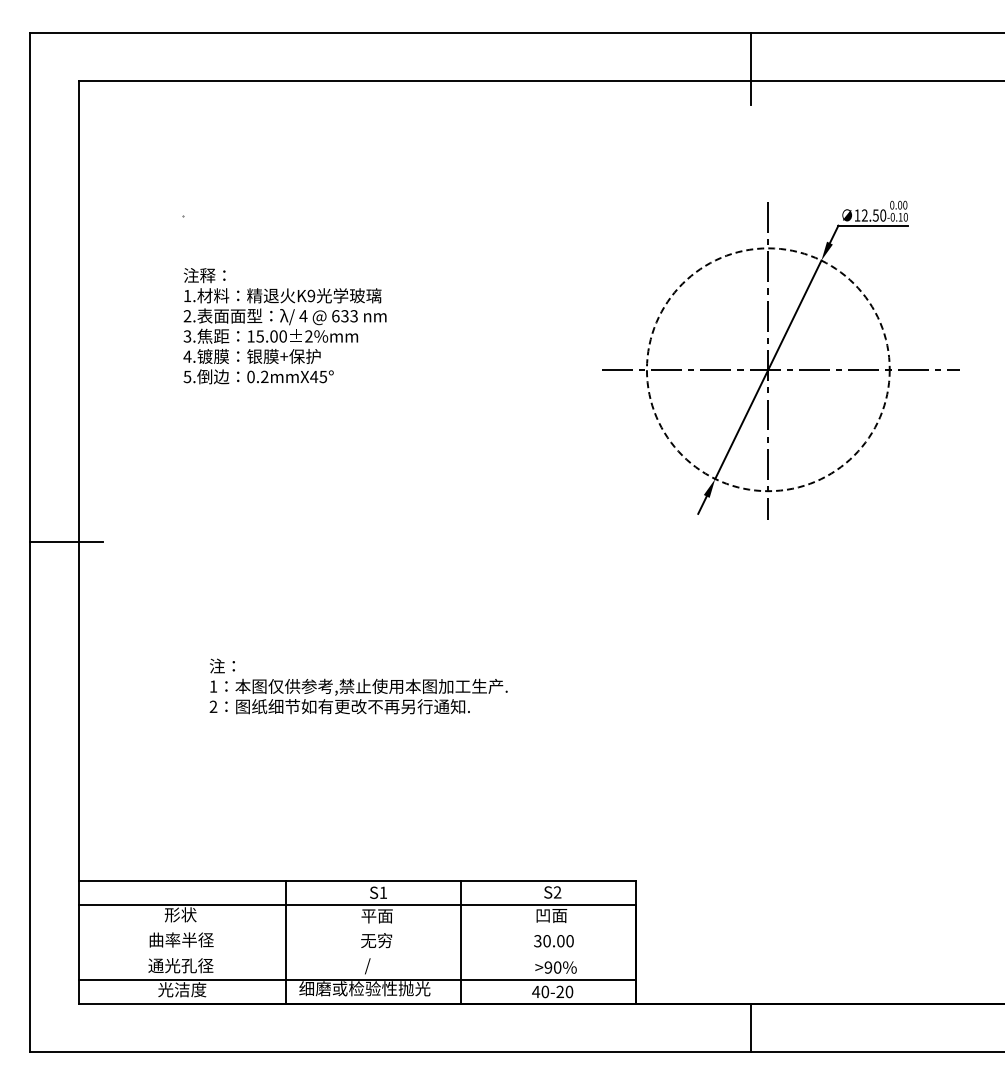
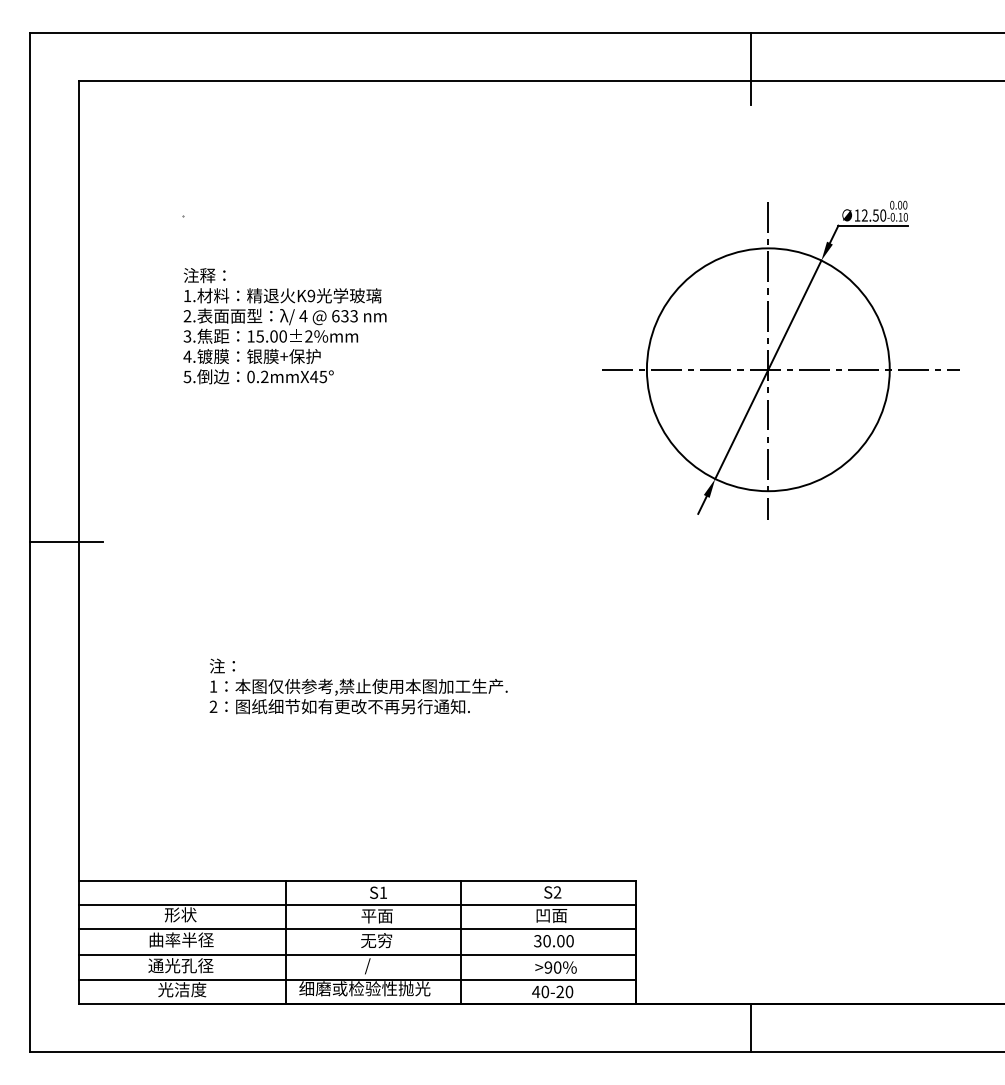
circle at (767, 369): dashed -> solid
line at (356, 929): none -> present
line at (356, 955): none -> present
